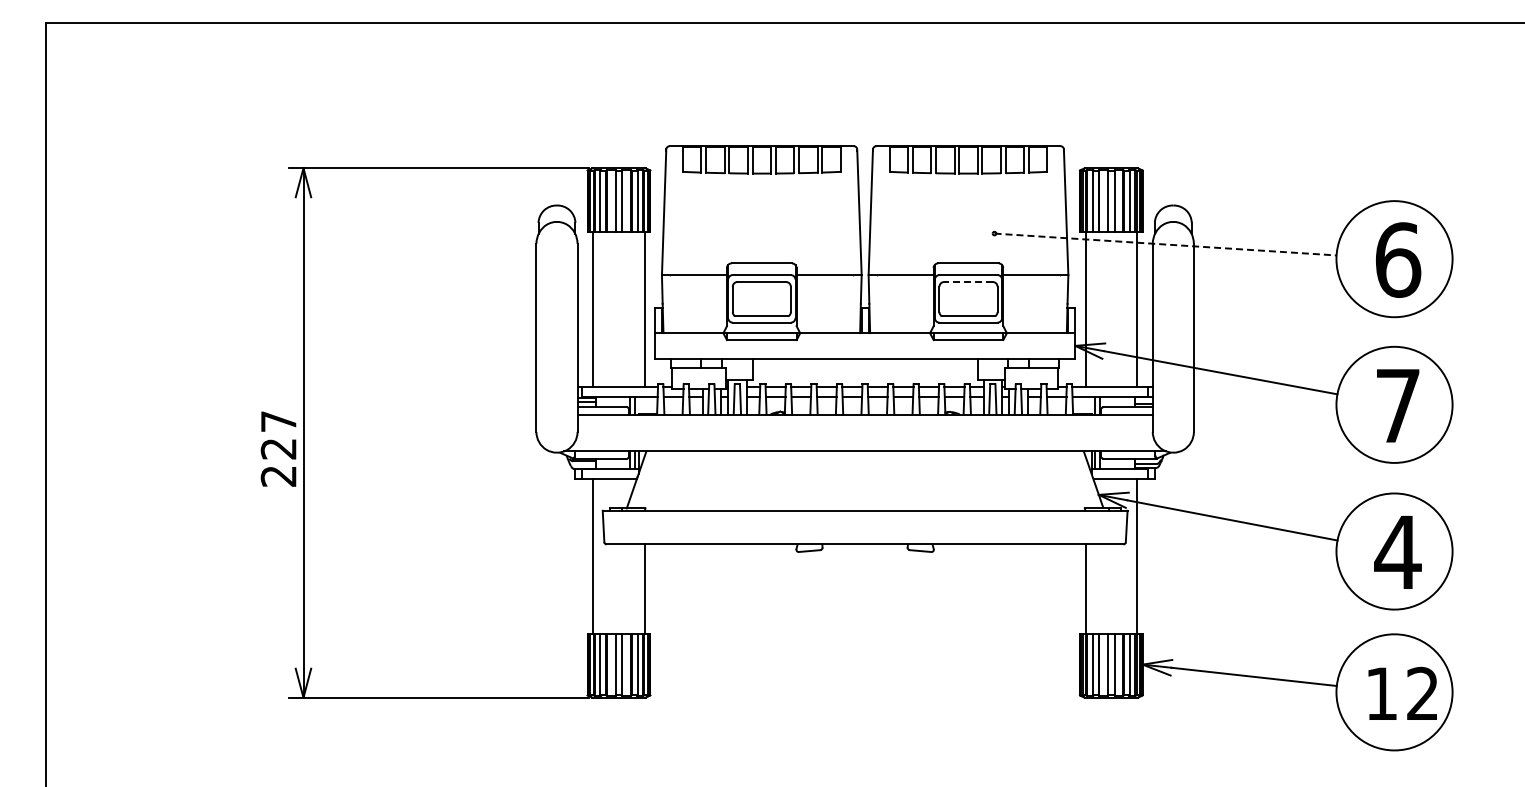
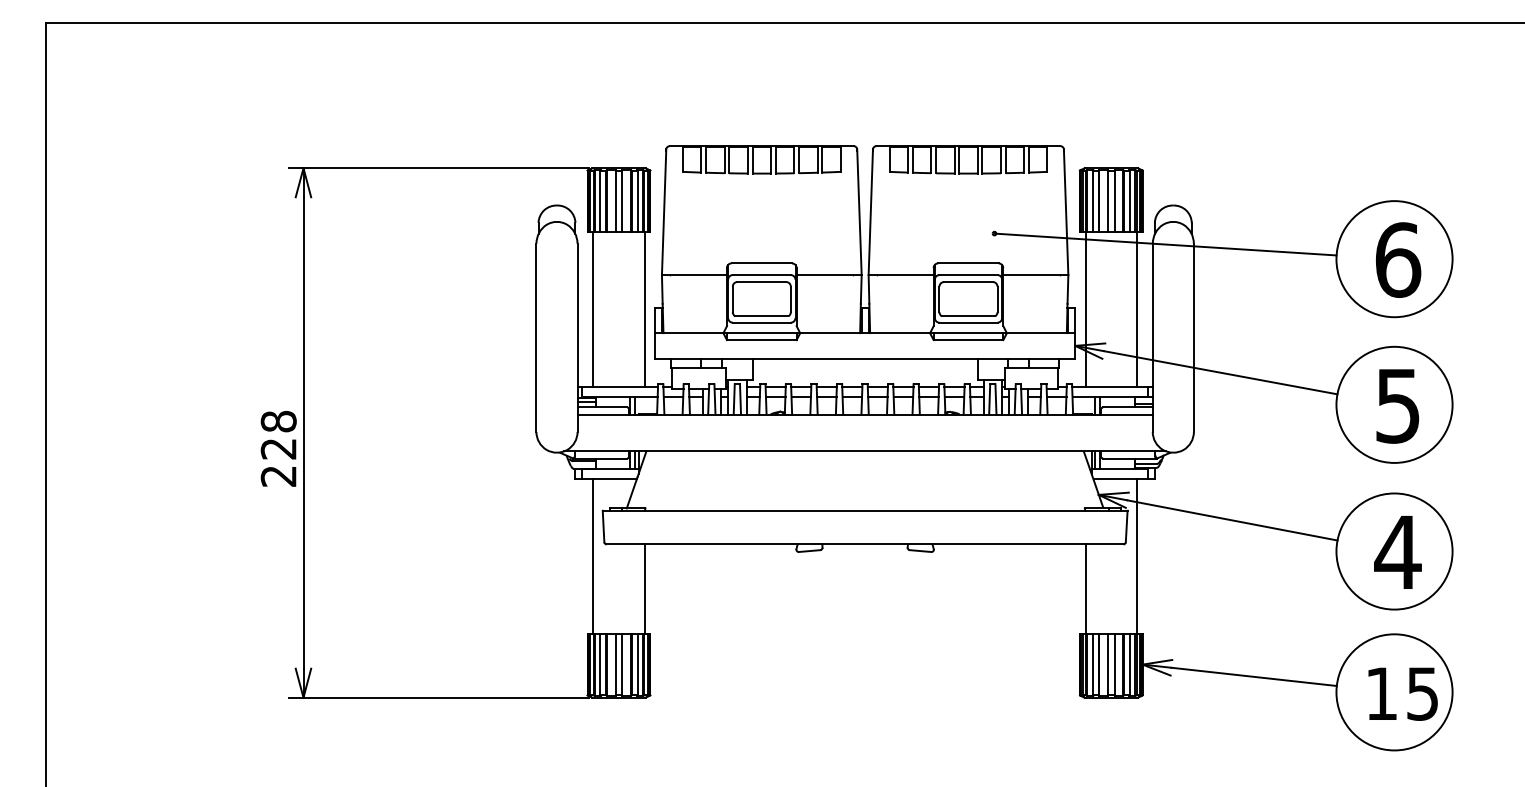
line at (1166, 244): dashed -> solid
line at (968, 282): dashed -> solid
text at (1397, 406): 7 -> 5
text at (278, 421): 227 -> 228
text at (1422, 693): 12 -> 15
